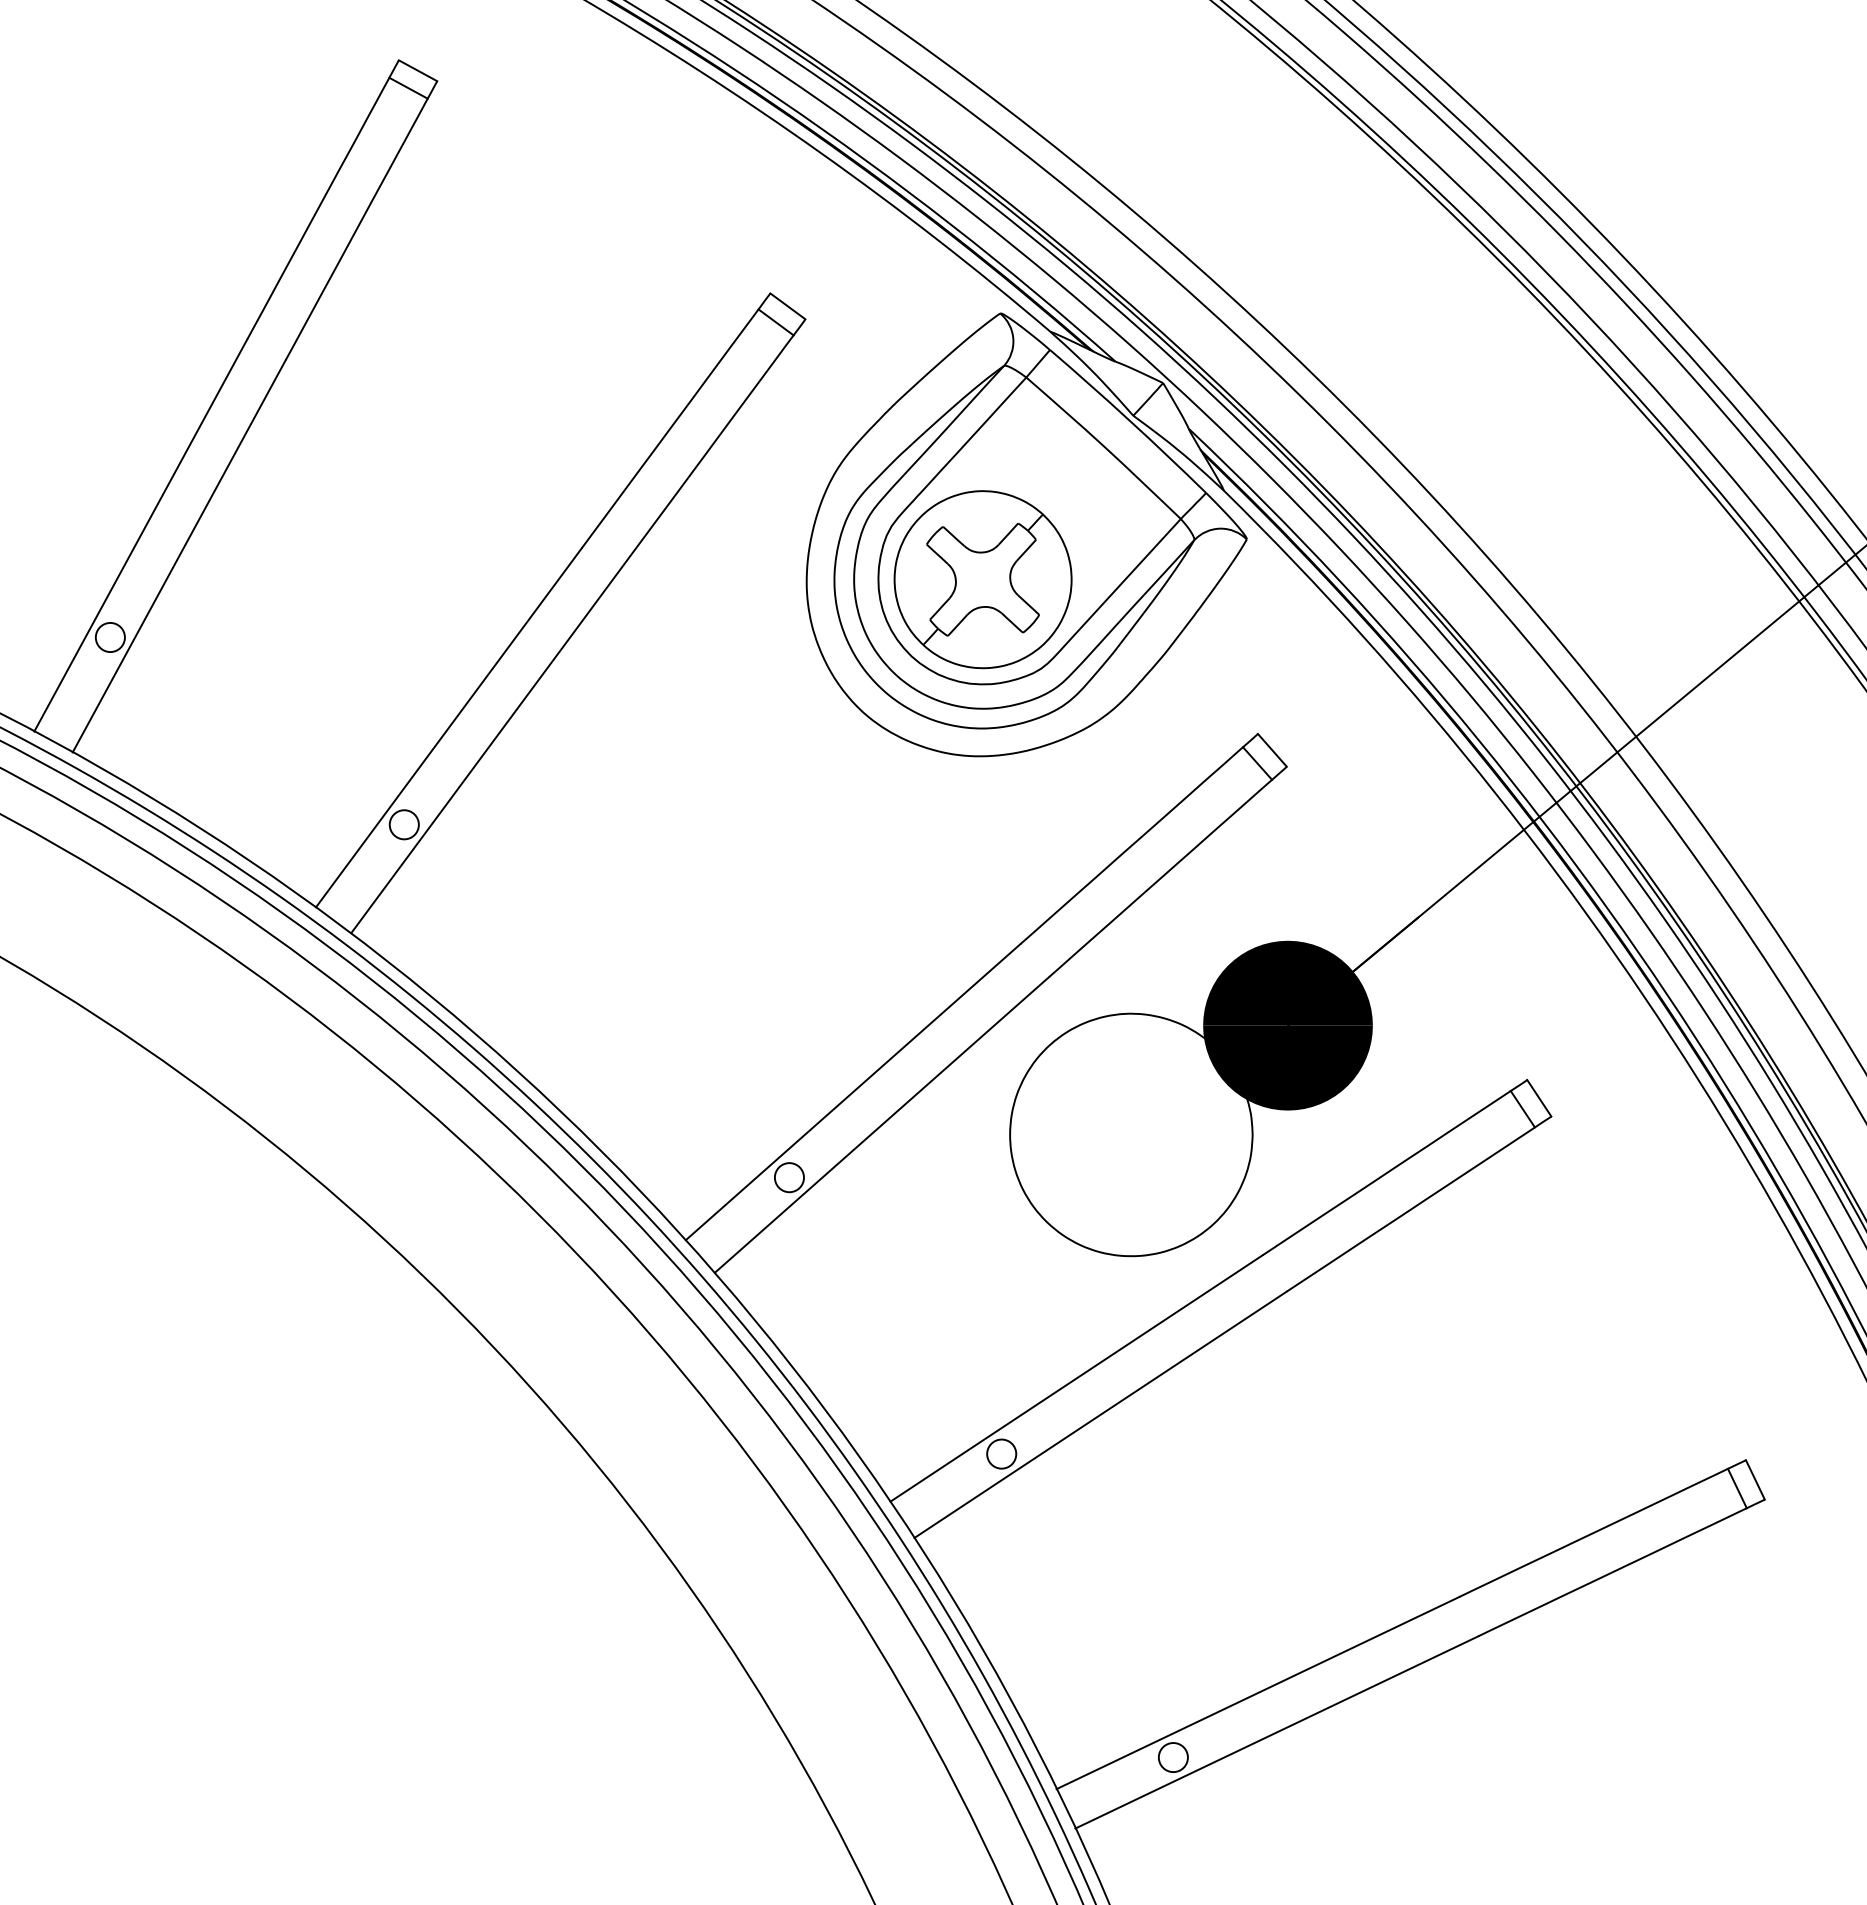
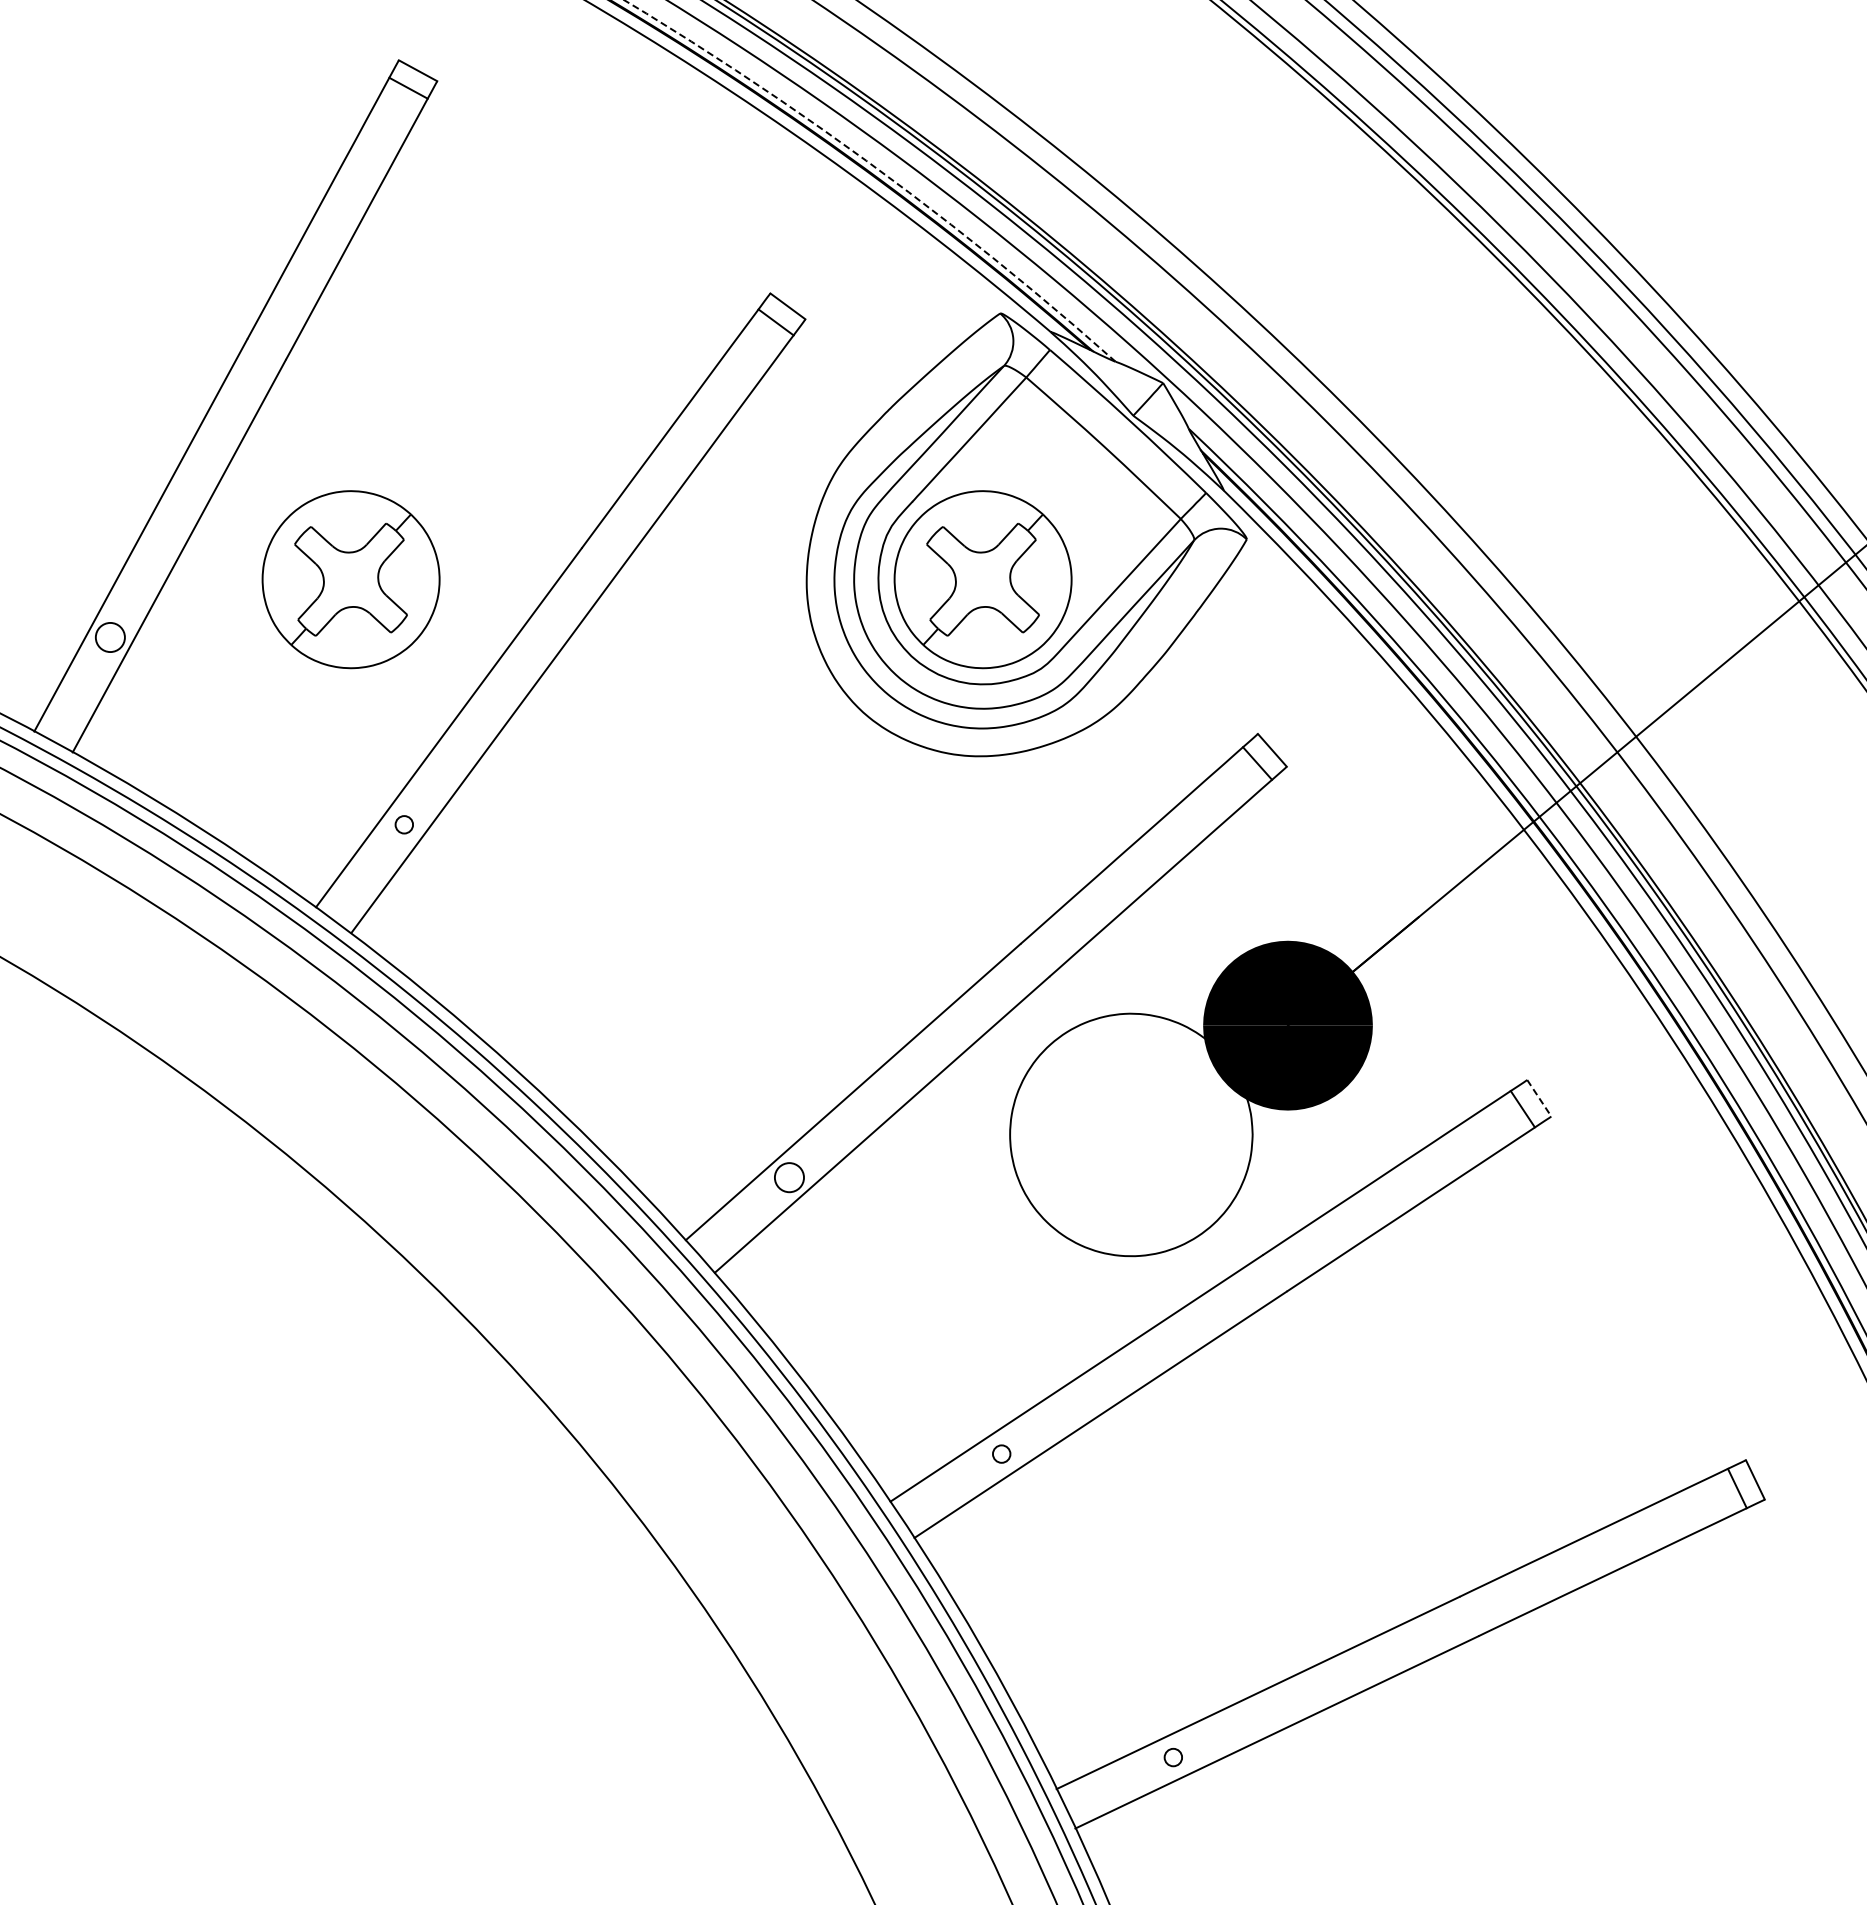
arc at (878, 169): solid -> dashed
part at (350, 579): none -> present
circle at (403, 824) diameter: 29 px -> 17 px
line at (1539, 1098): solid -> dashed
circle at (1001, 1453) diameter: 29 px -> 17 px
circle at (1172, 1757) diameter: 29 px -> 17 px
